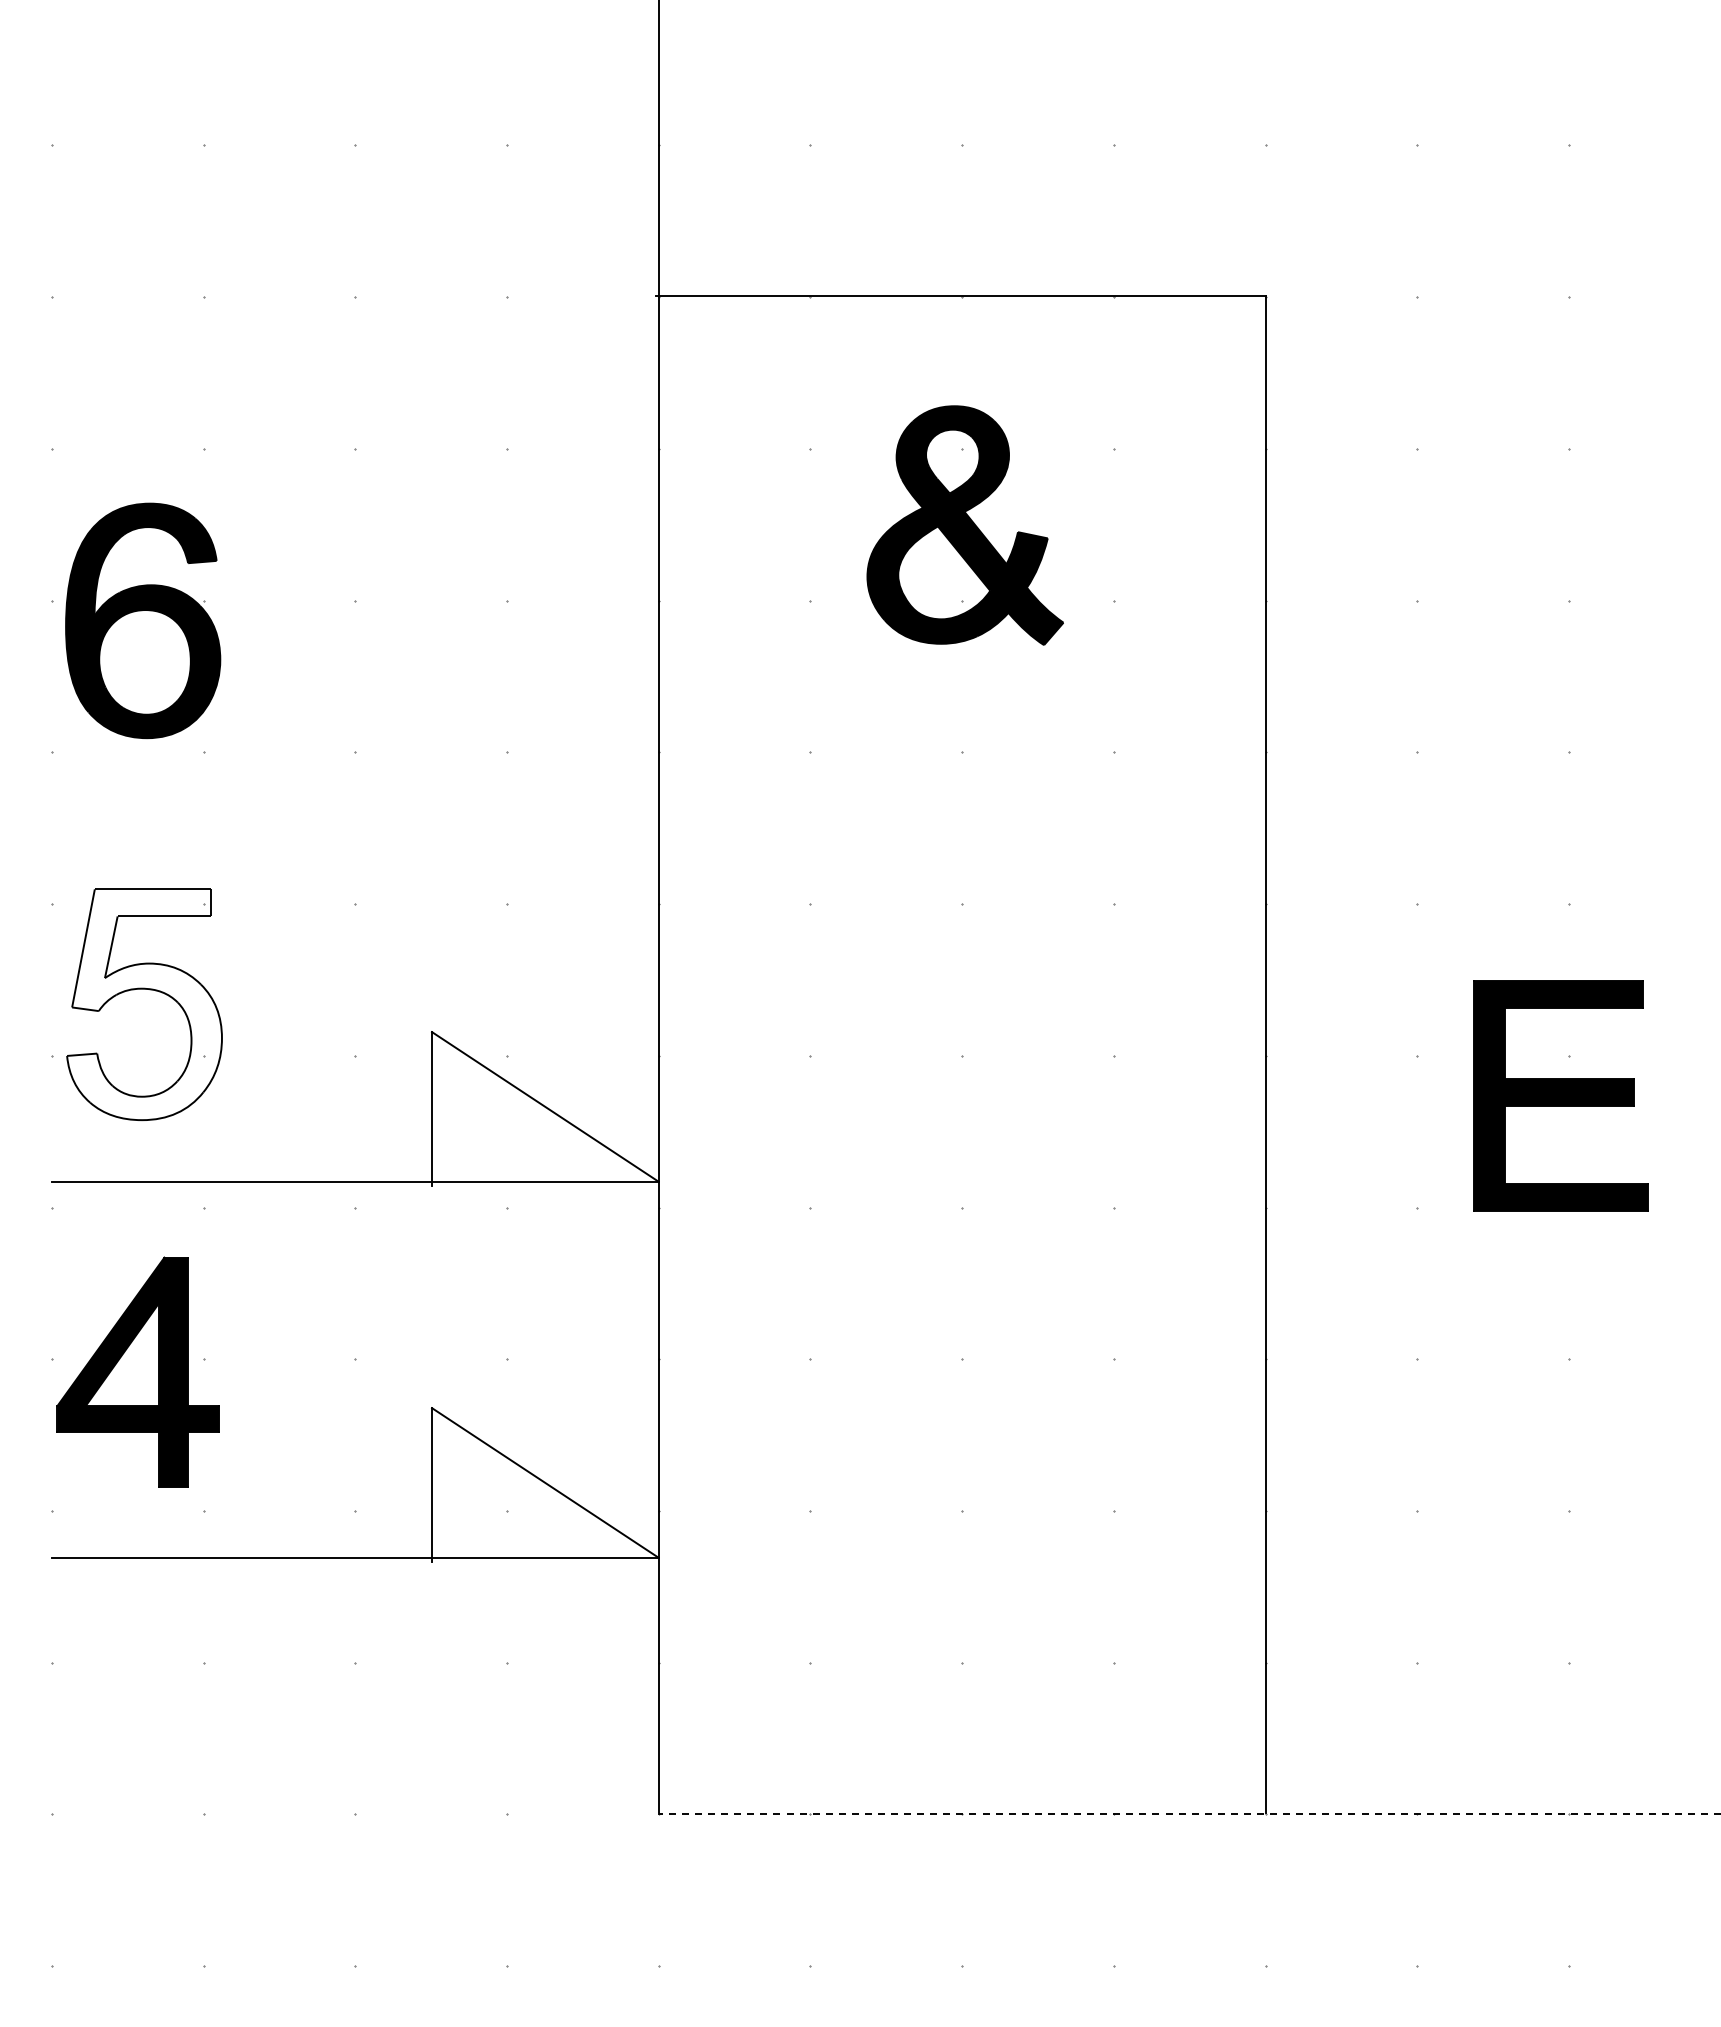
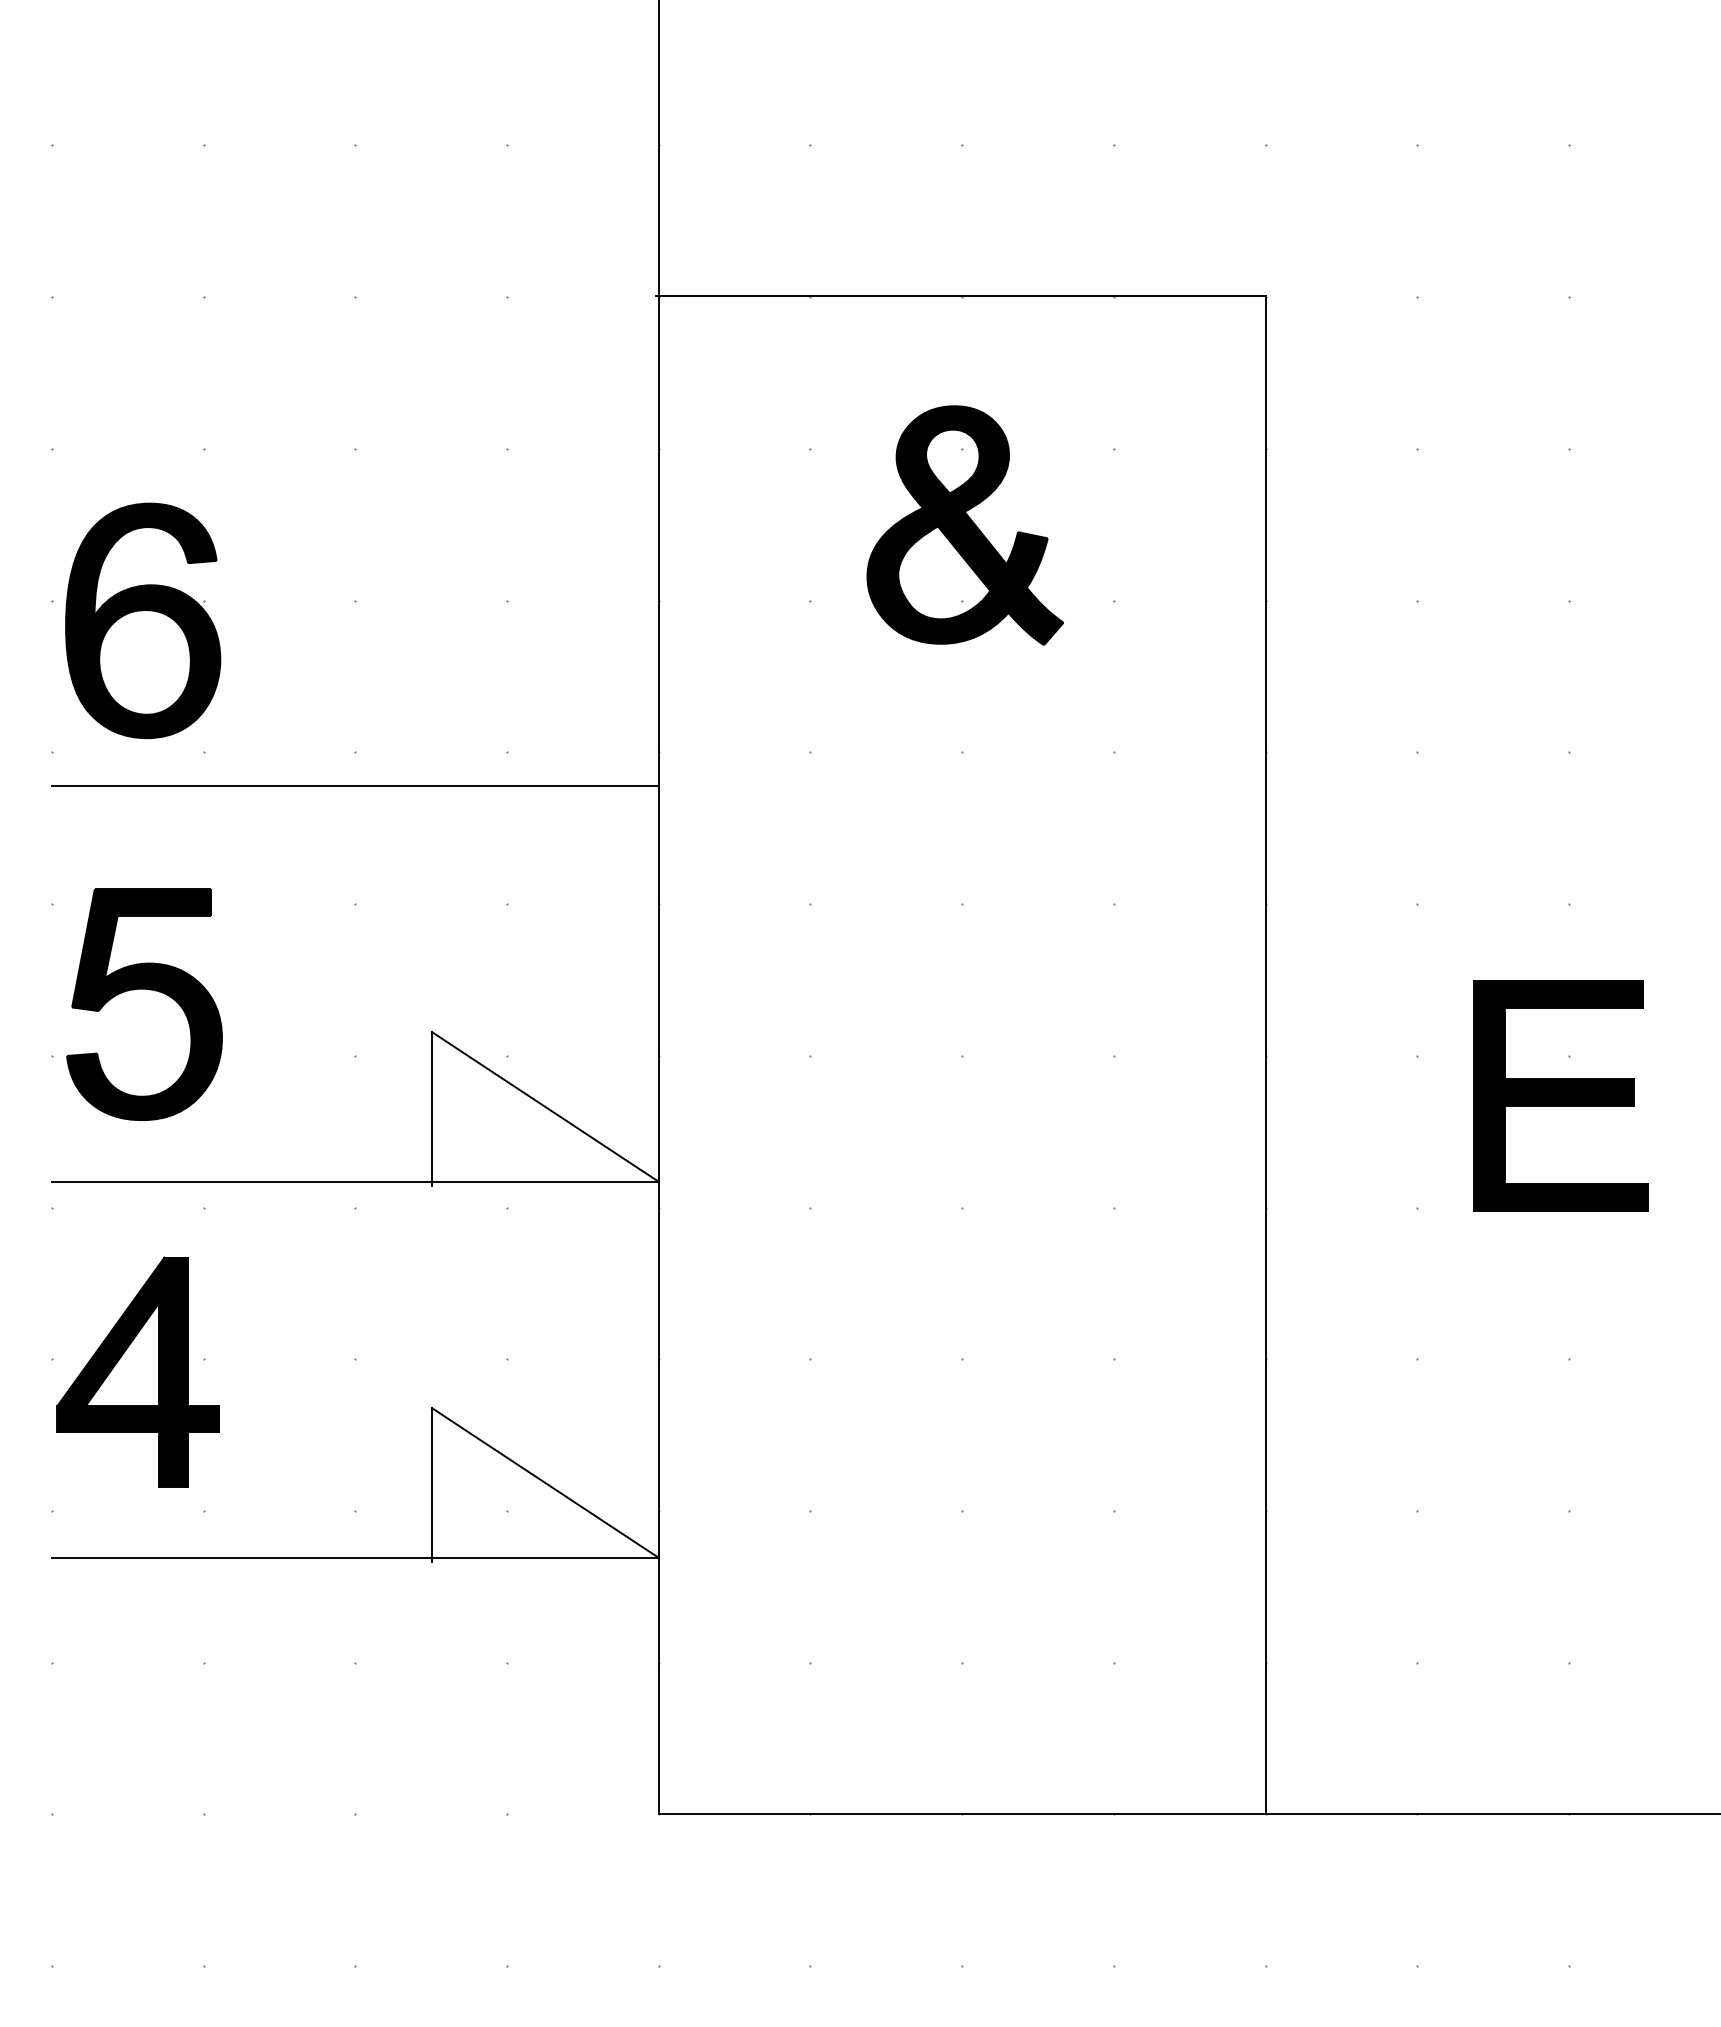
line at (355, 785): none -> present
fill at (144, 1004): none -> present
line at (1189, 1814): dashed -> solid
